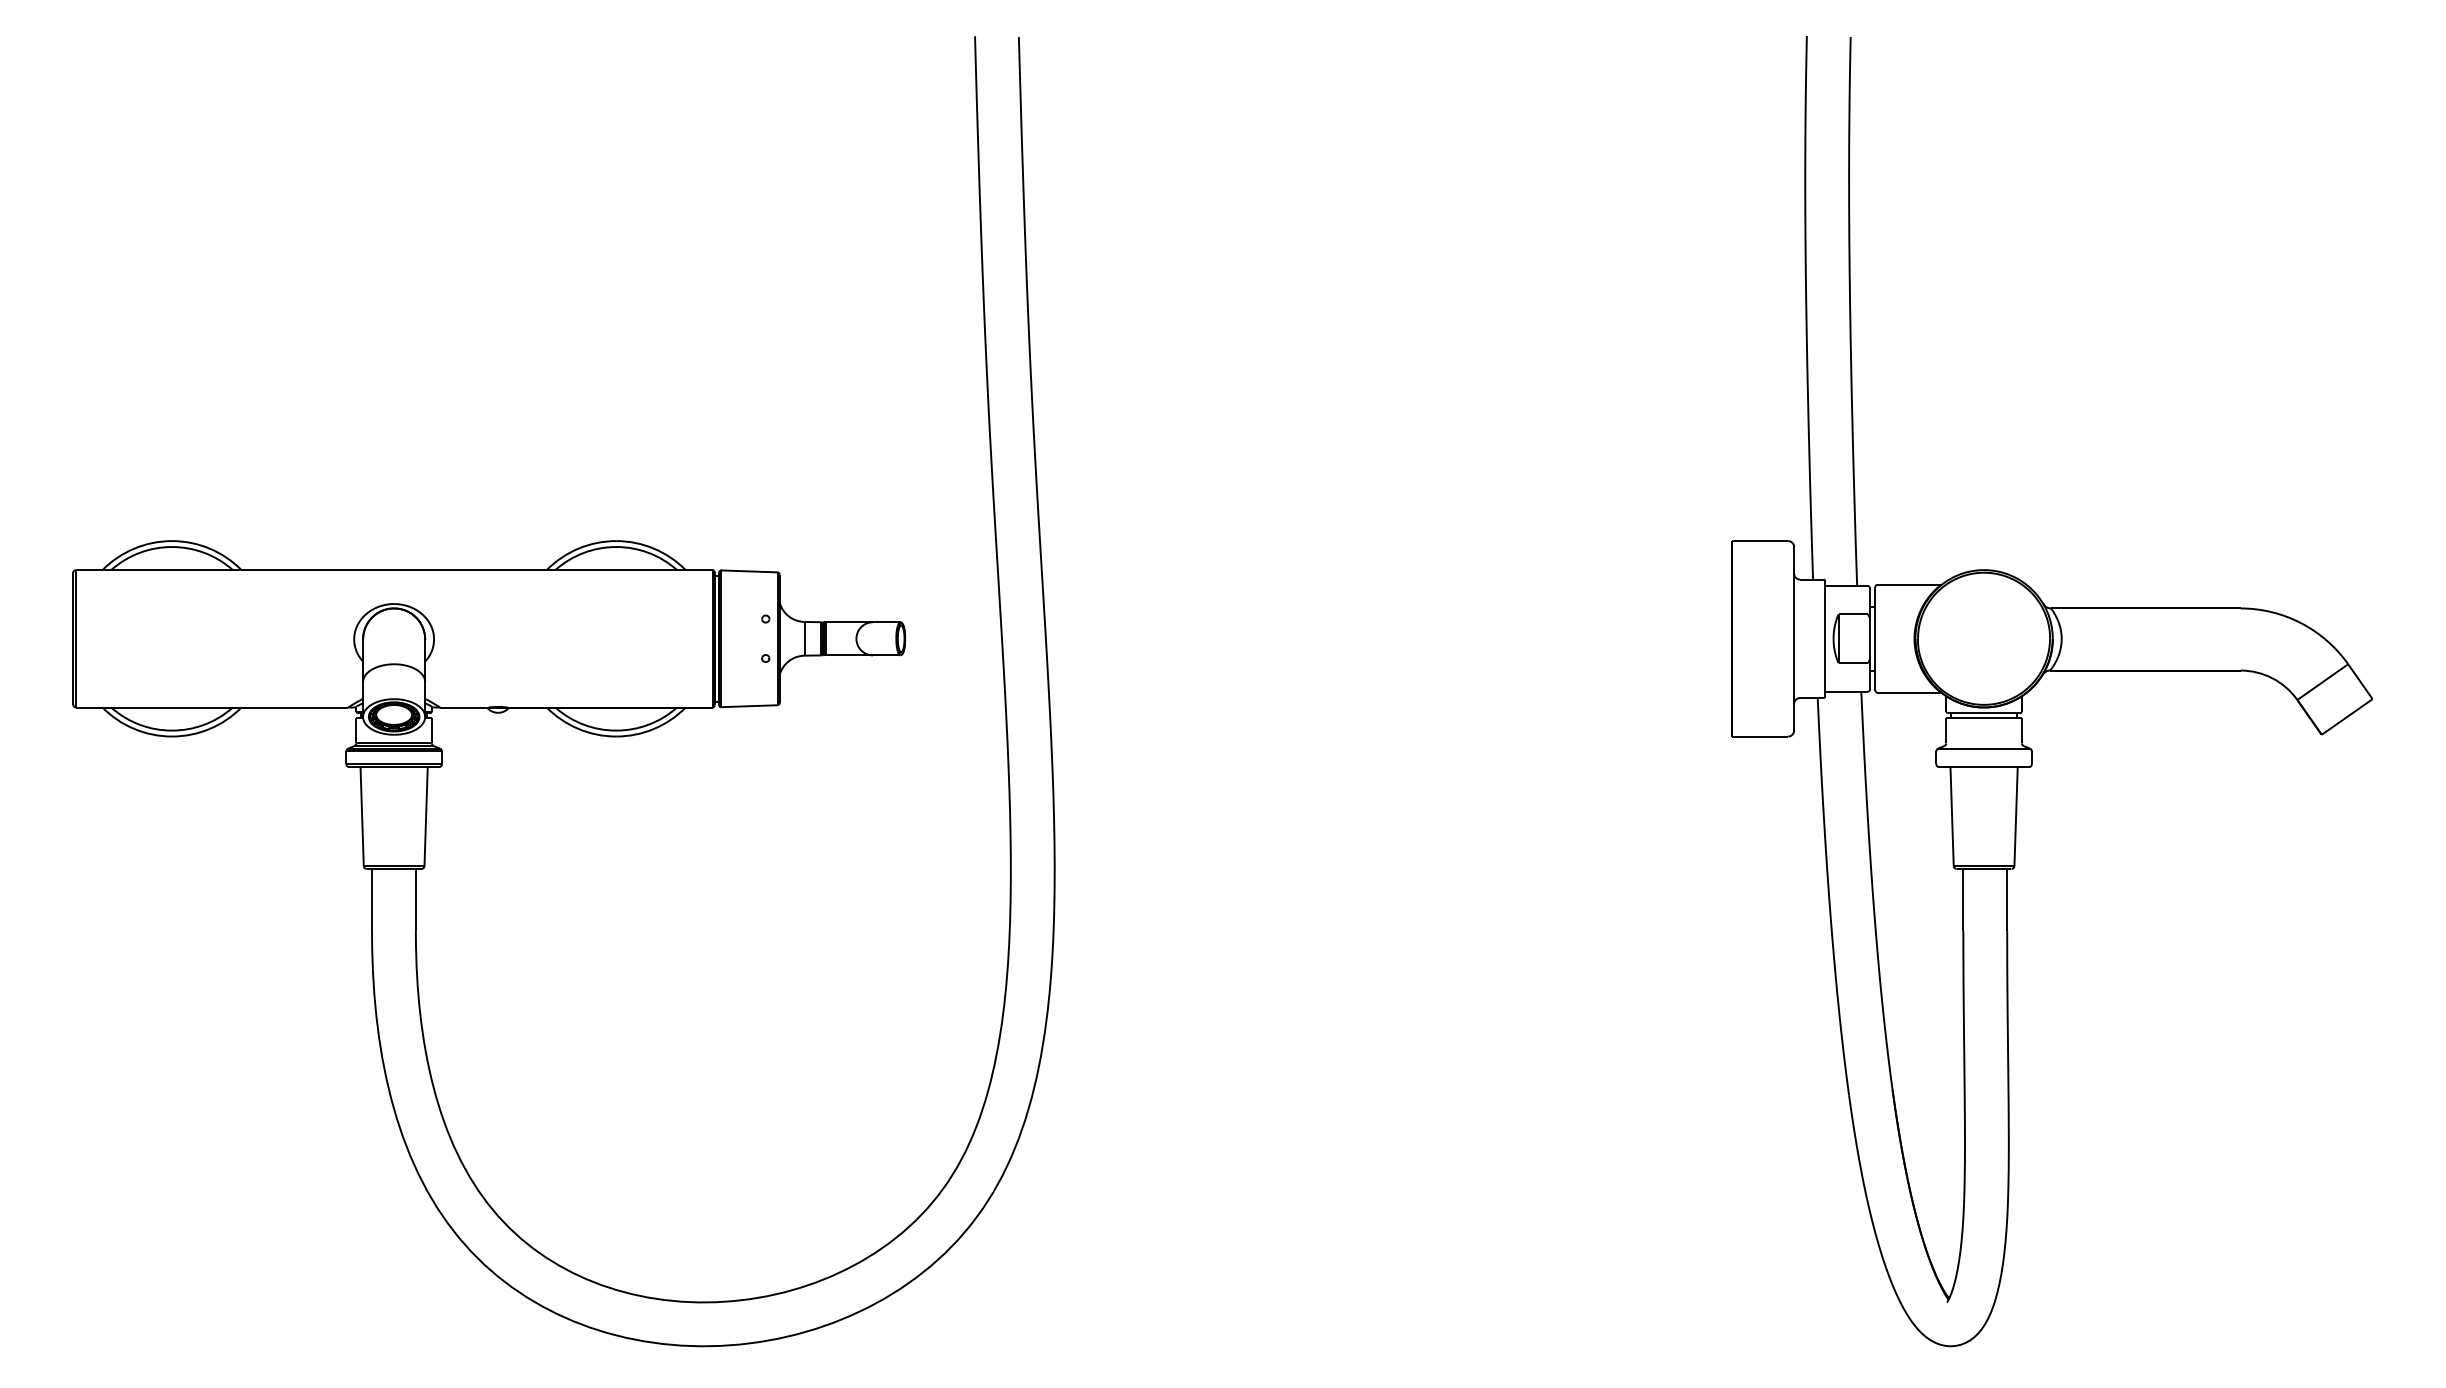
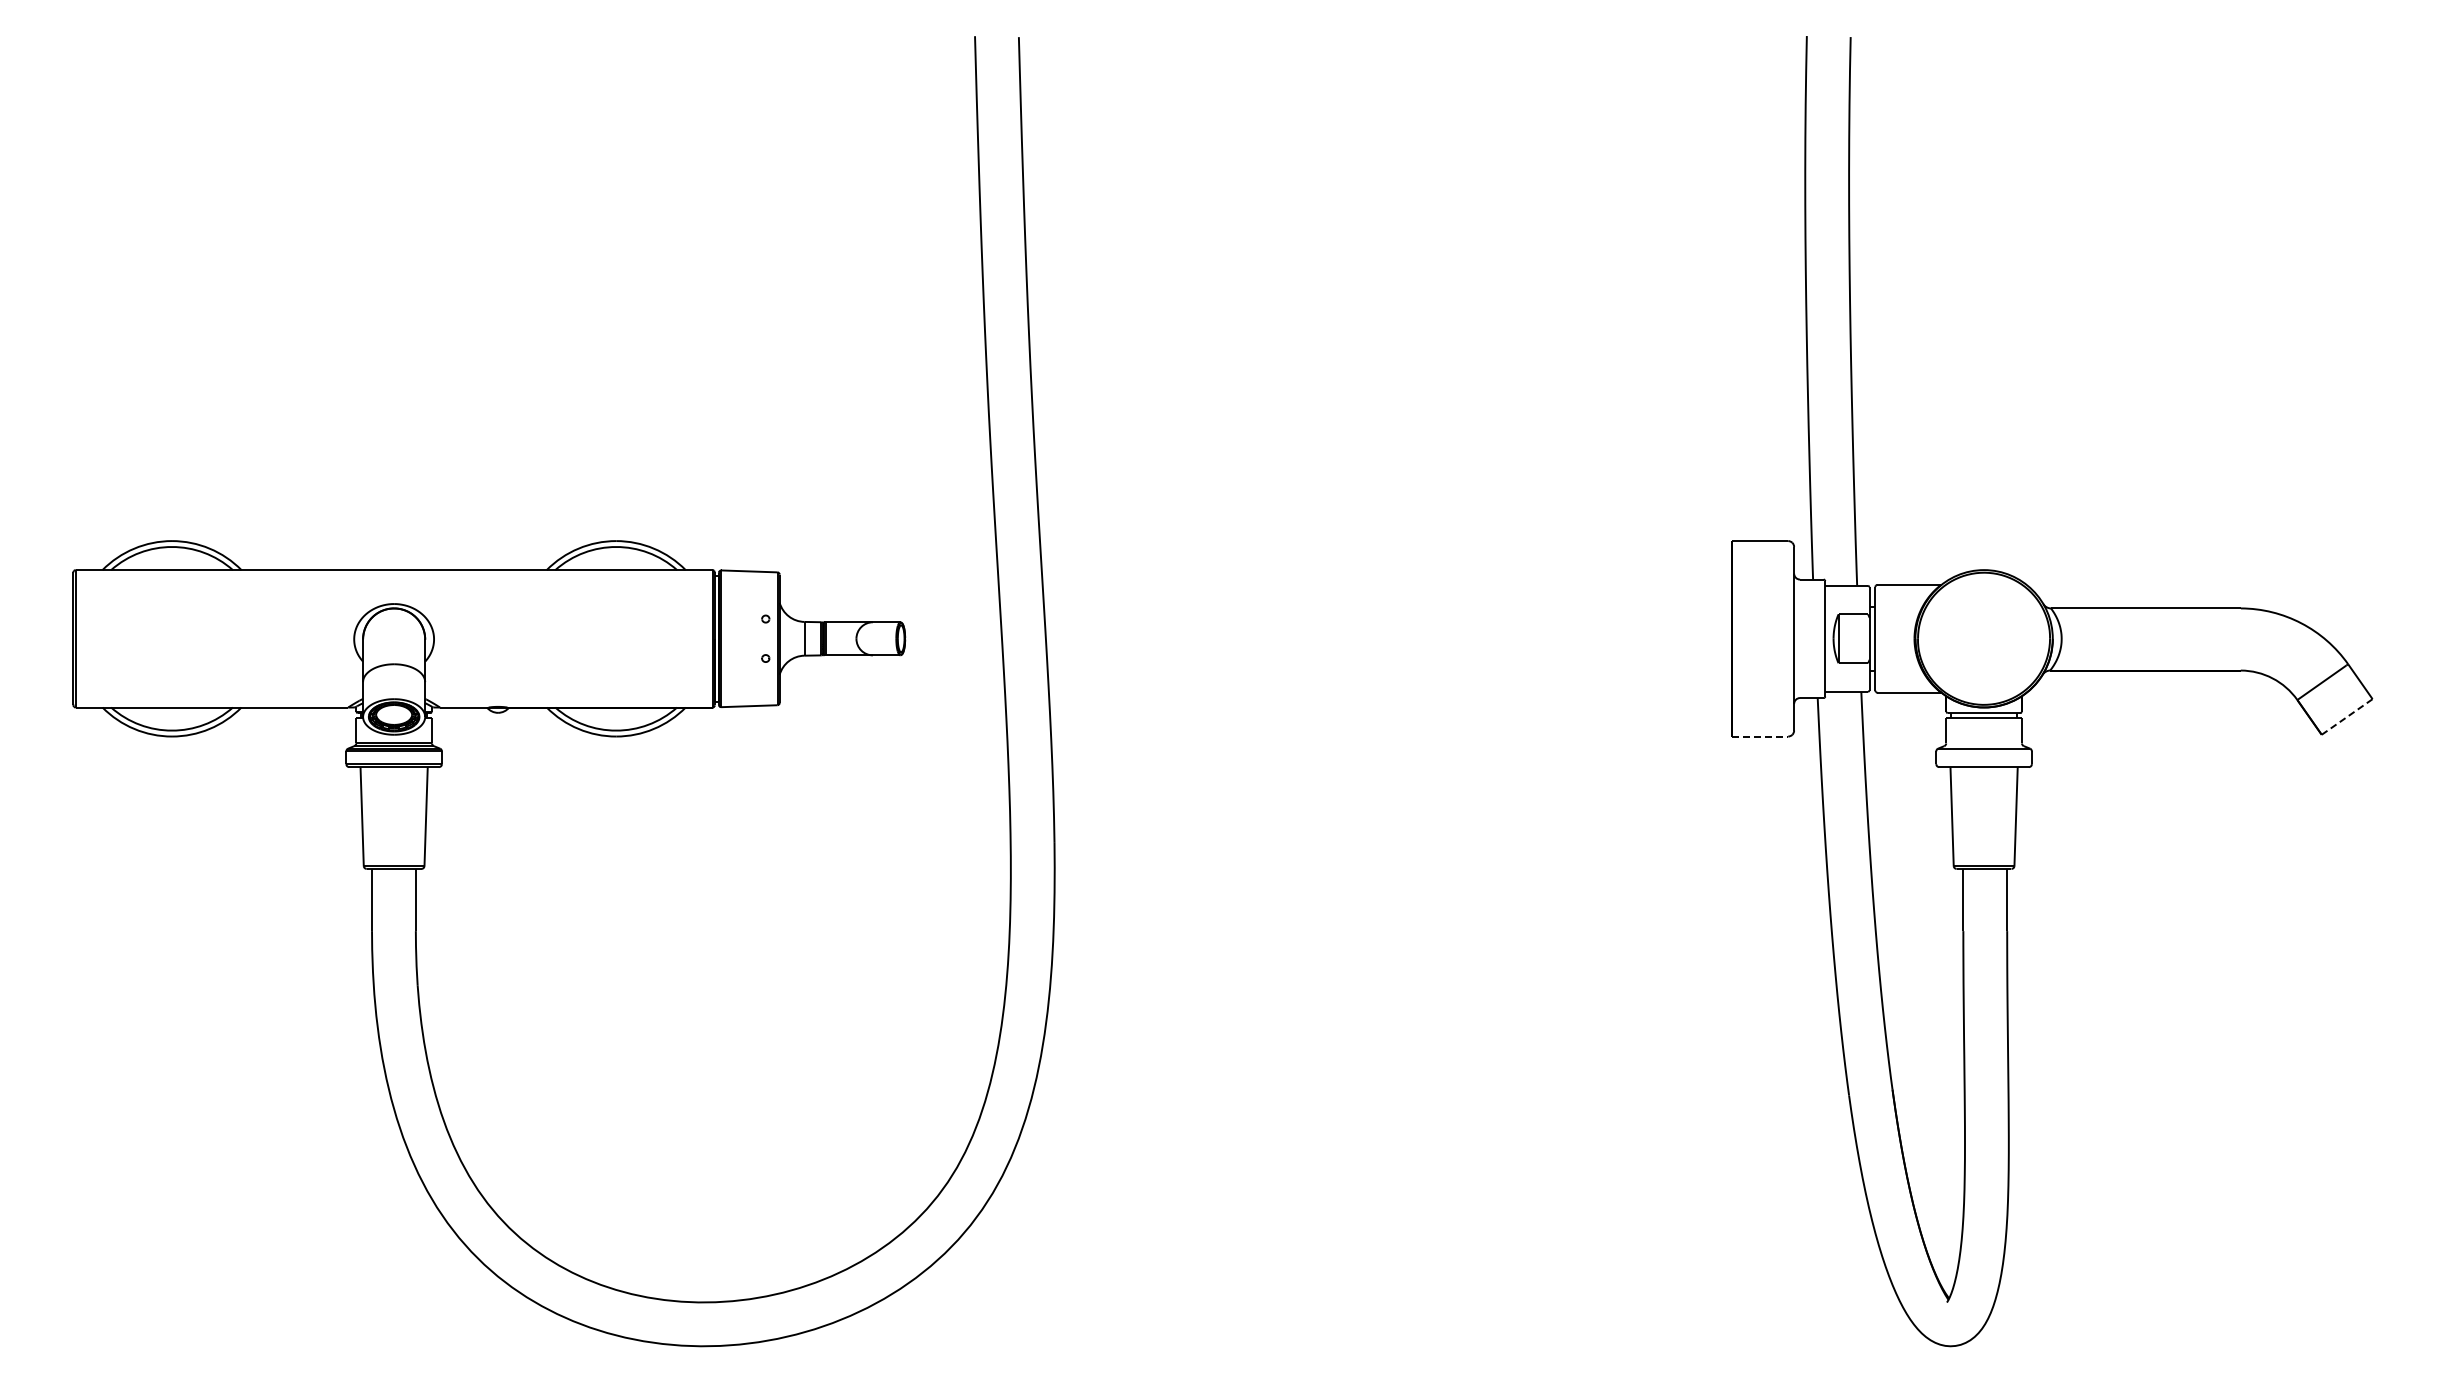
line at (2347, 716): solid -> dashed
line at (1760, 736): solid -> dashed
